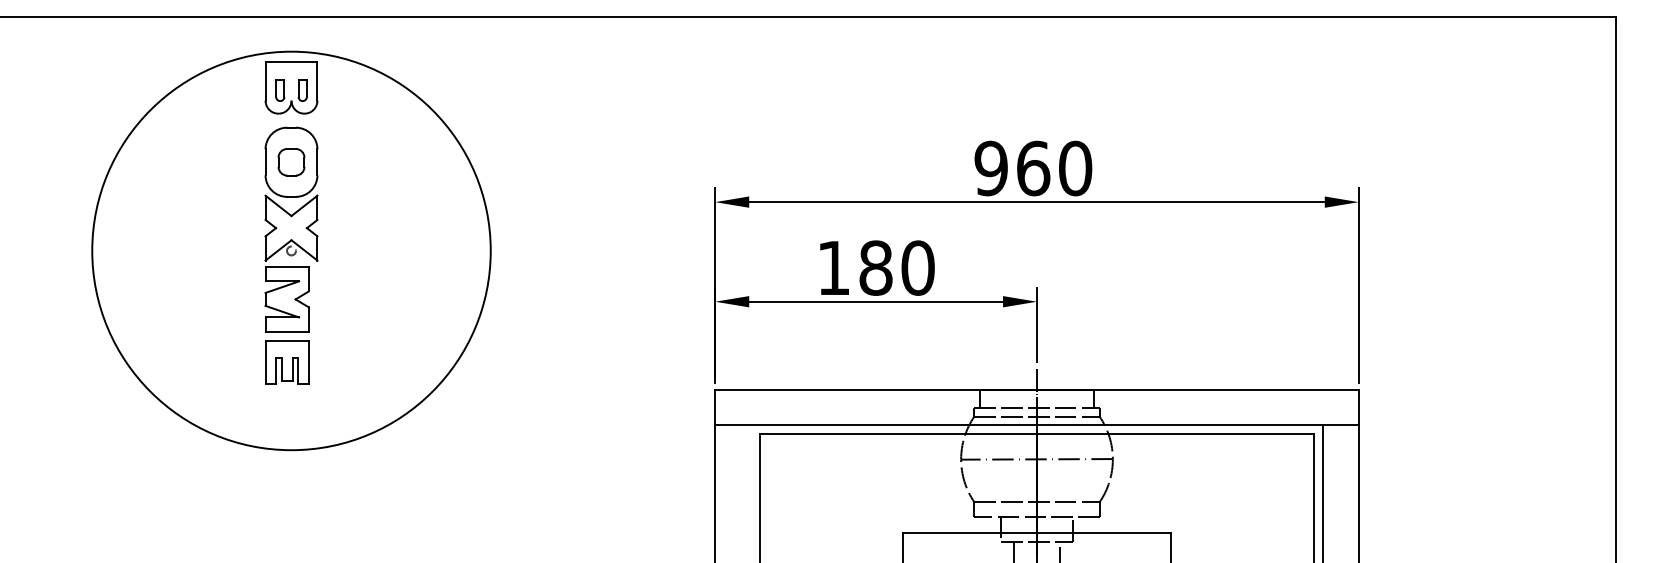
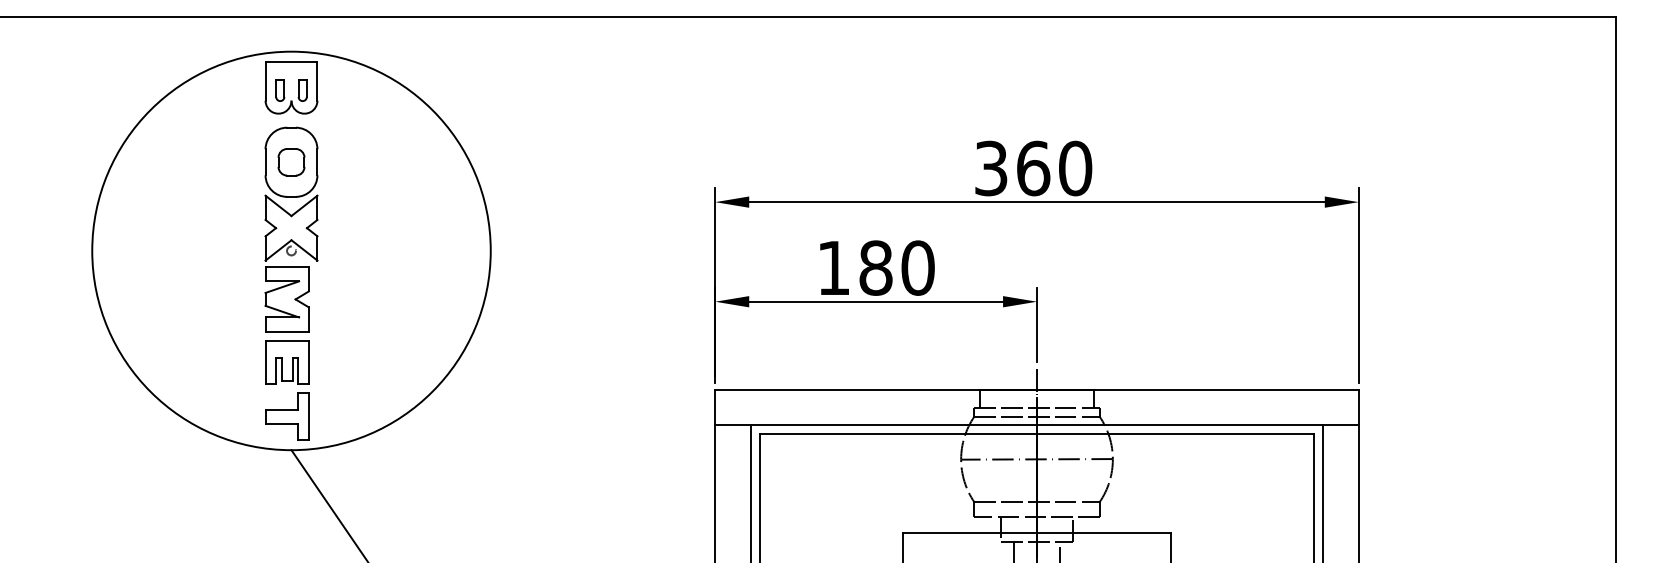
text at (990, 168): 960 -> 360
part at (287, 416): none -> present
line at (750, 492): none -> present
line at (328, 504): none -> present
